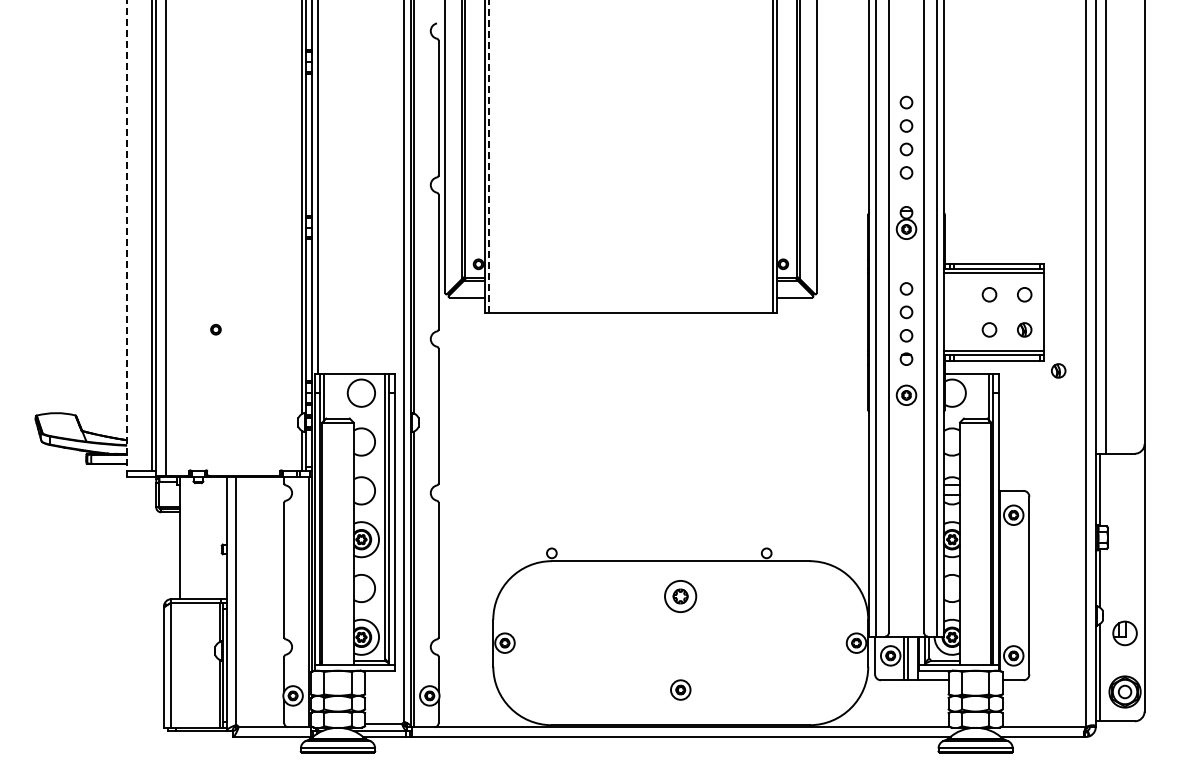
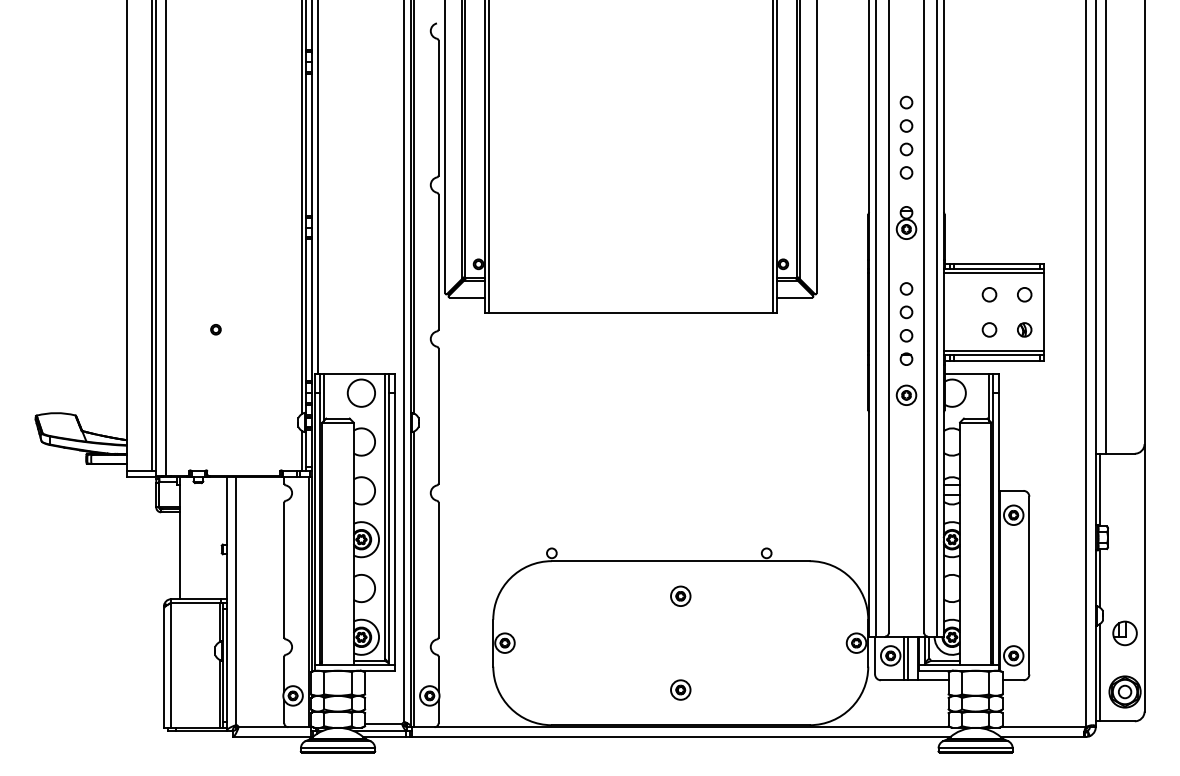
line at (489, 156): dashed -> solid
line at (127, 238): dashed -> solid
part at (1058, 370): present -> none
part at (680, 596) size: 34x33 px -> 22x22 px
